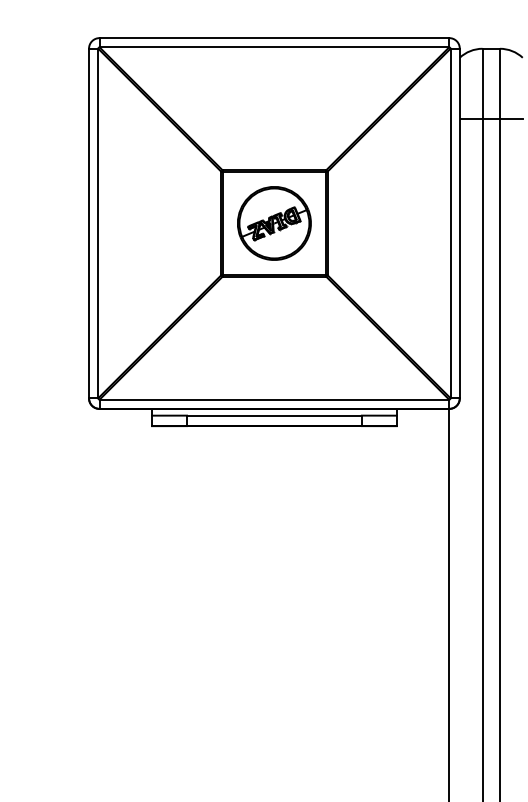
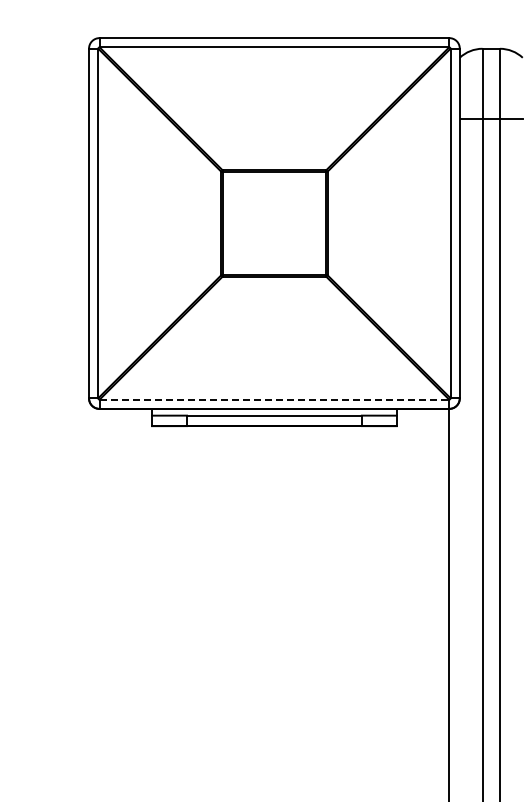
part at (274, 223): present -> none
line at (274, 399): solid -> dashed
